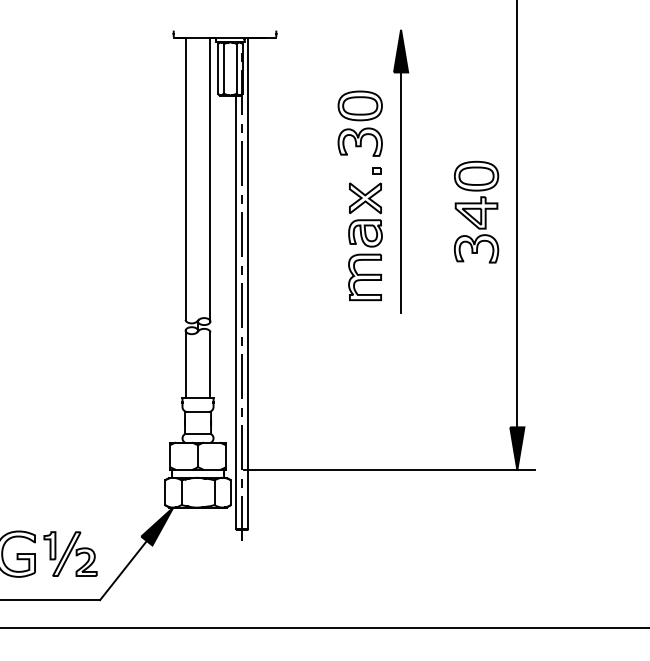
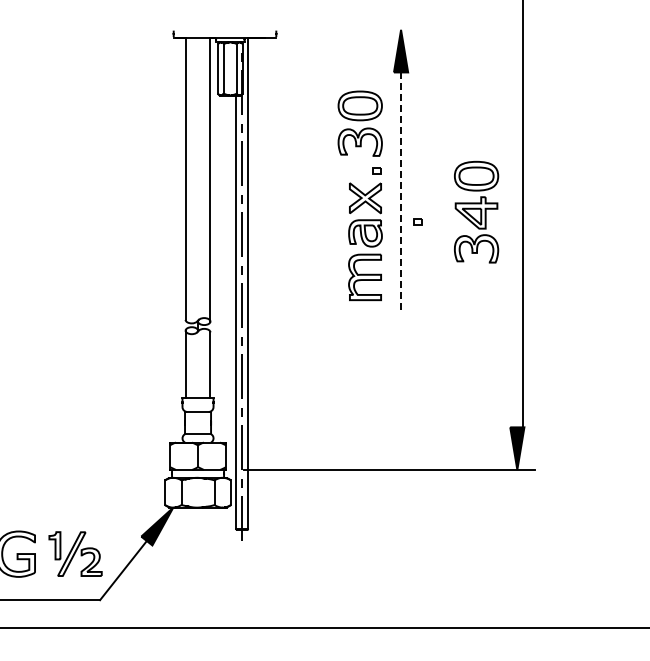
line at (401, 193): solid -> dashed
line at (517, 214) position: (517, 214) -> (523, 214)
part at (417, 221): none -> present
part at (70, 553) position: (70, 553) -> (75, 553)
